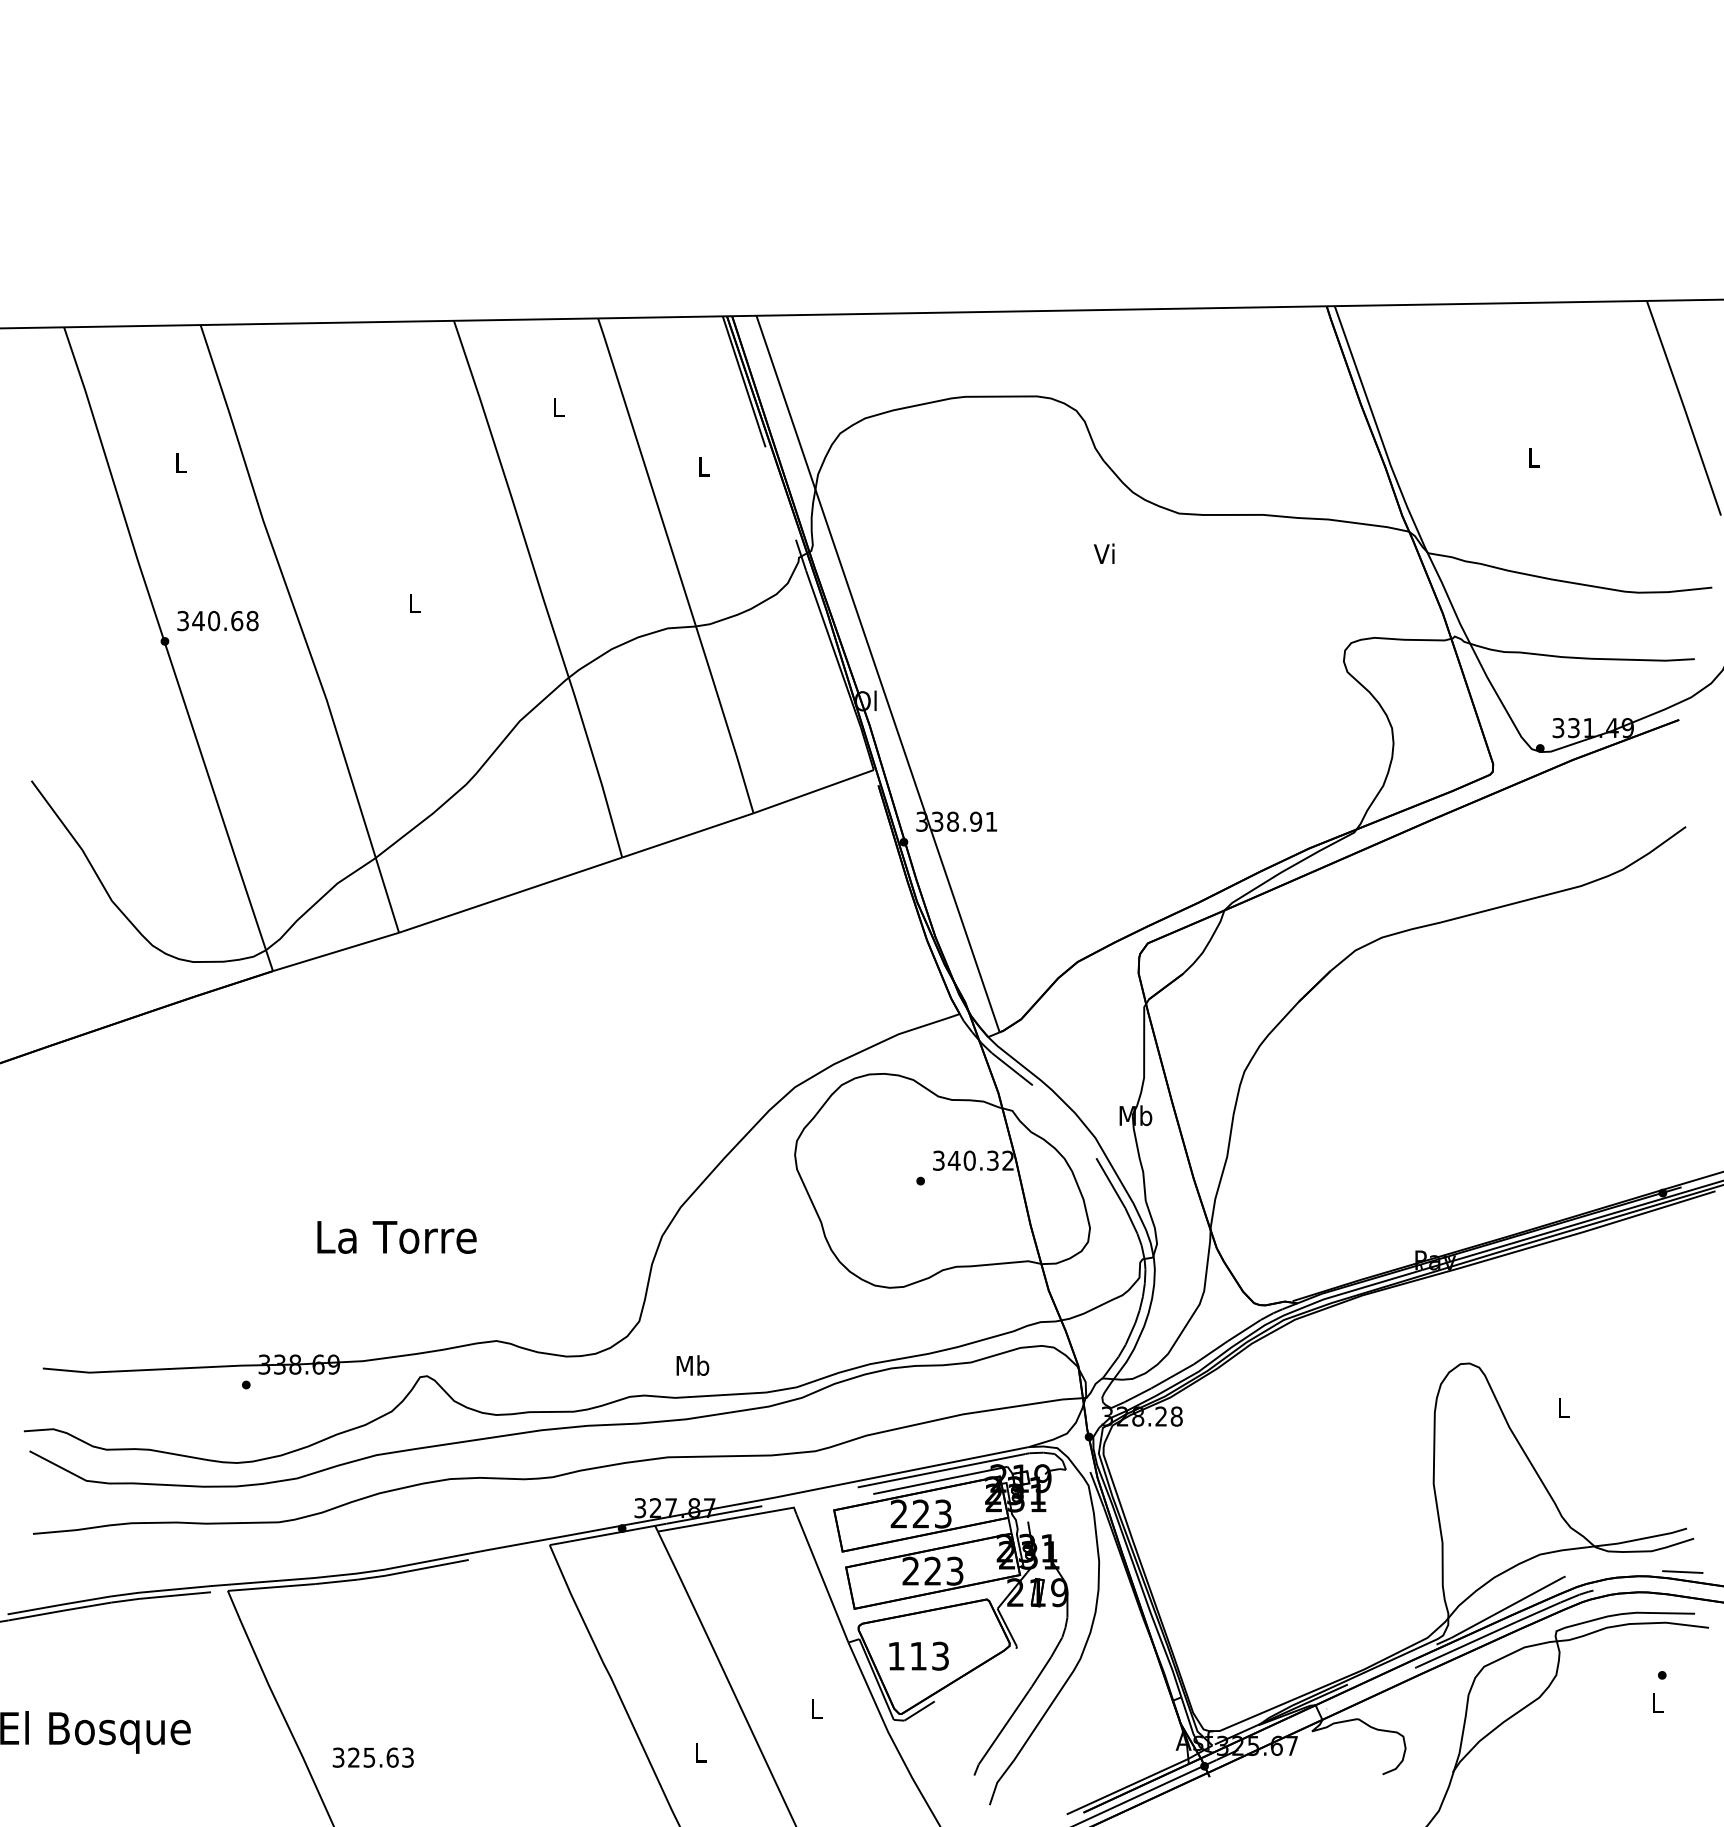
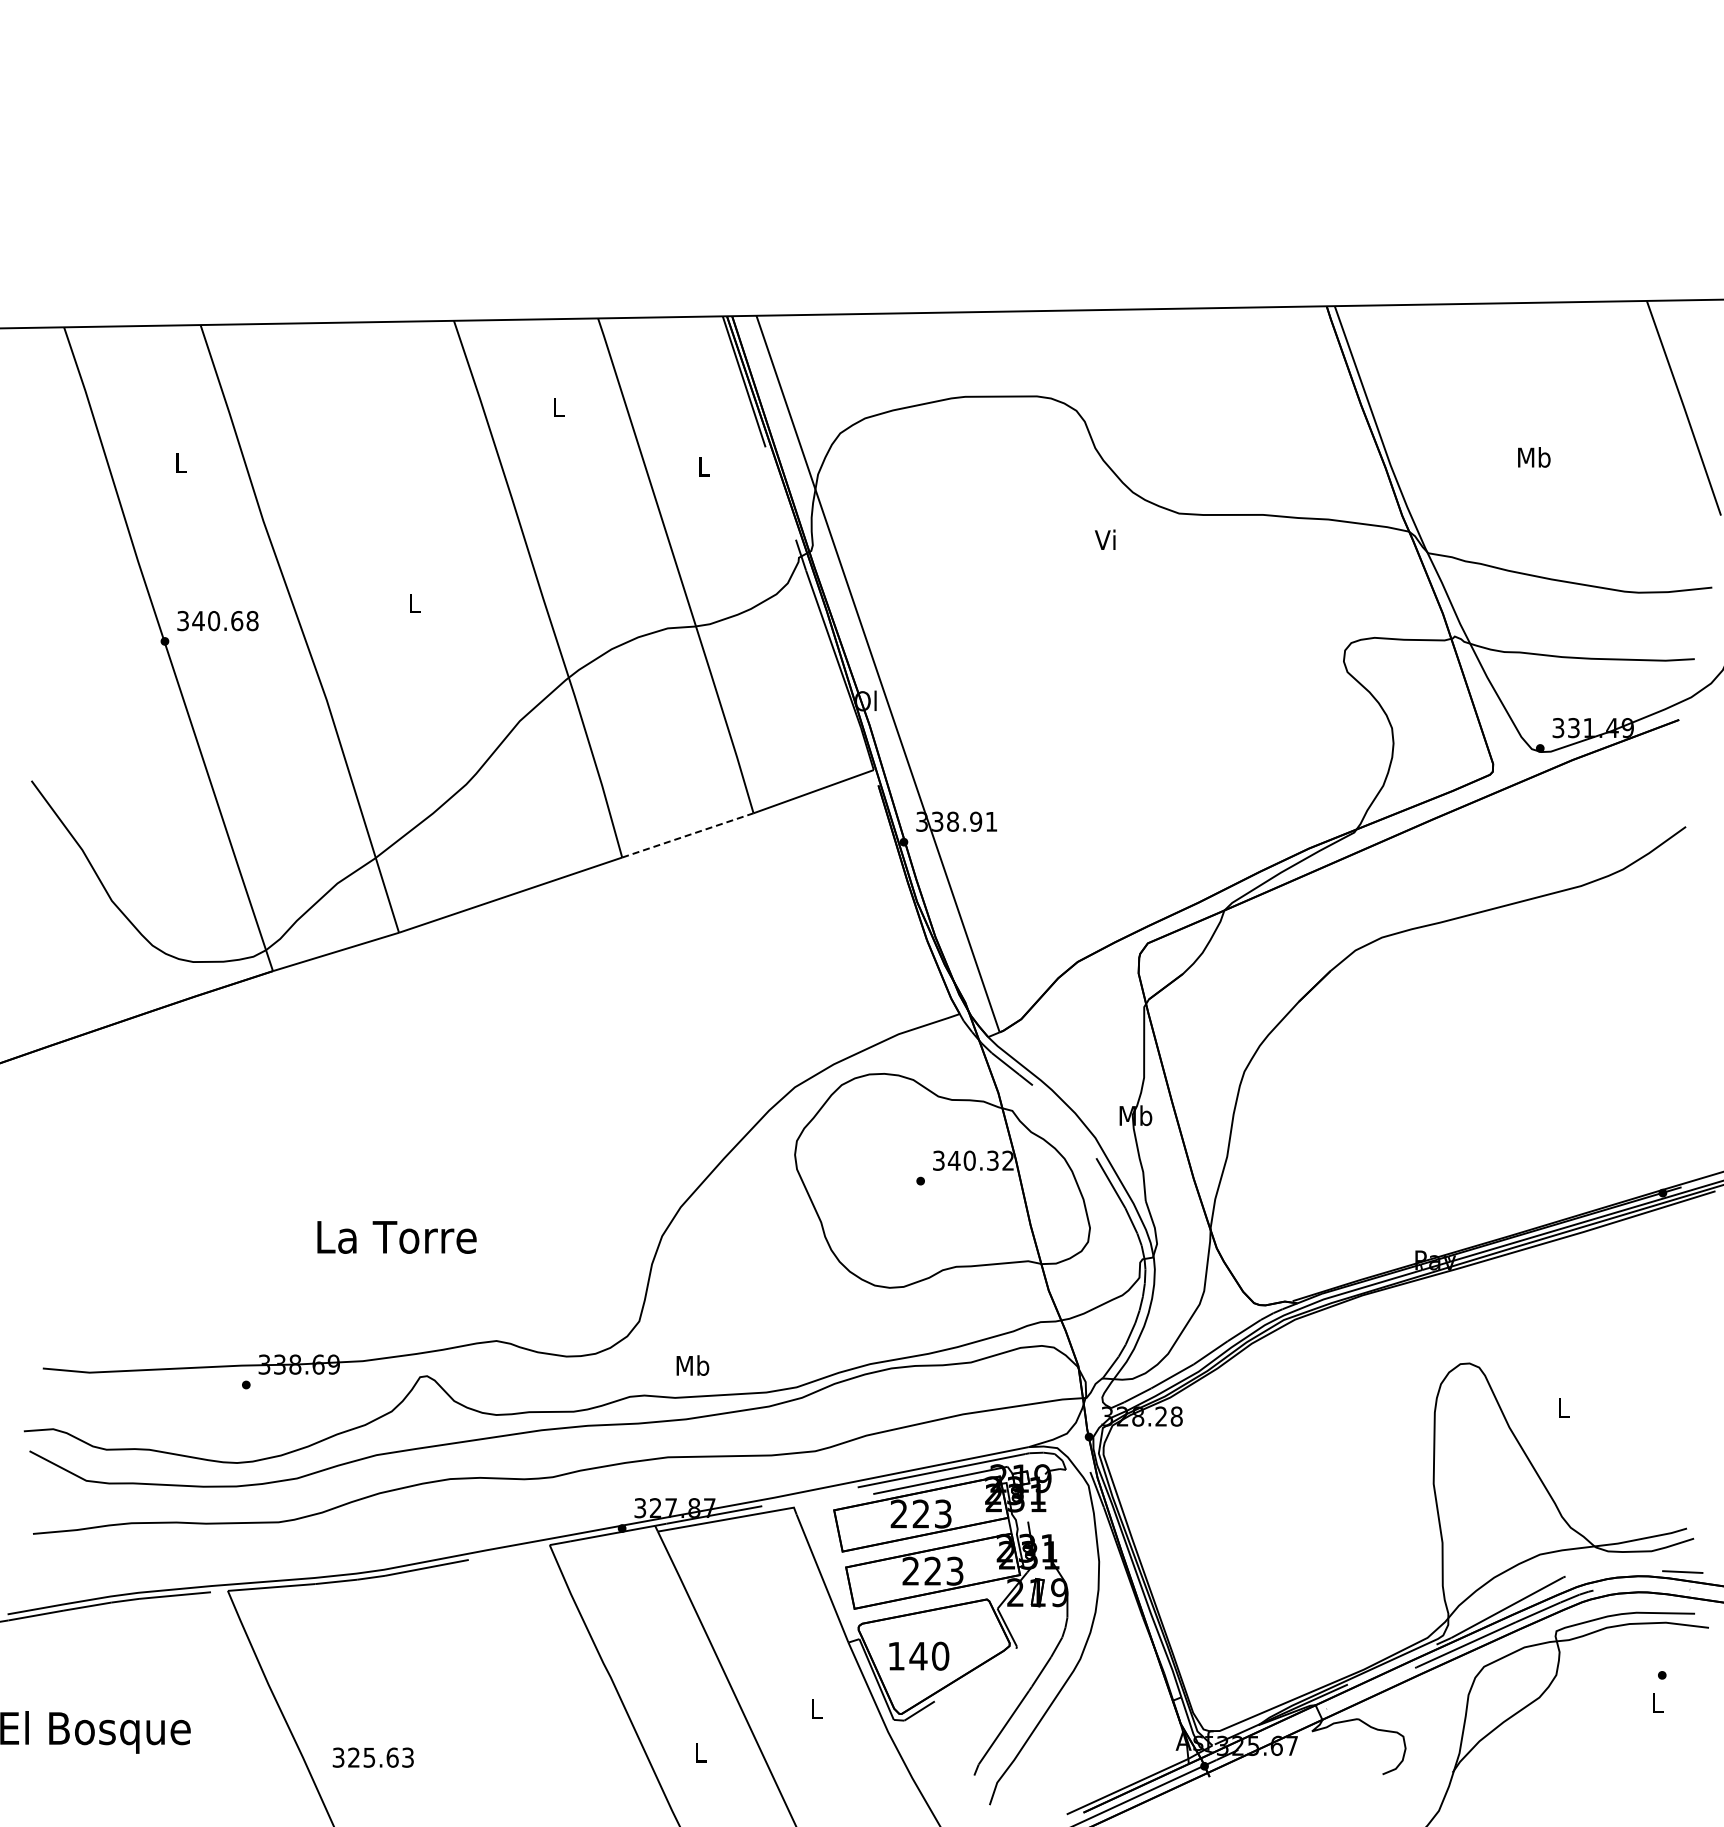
text at (1534, 457): L -> Mb
text at (1103, 553) position: (1103, 553) -> (1104, 539)
line at (688, 835): solid -> dashed
text at (929, 1655): 113 -> 140
